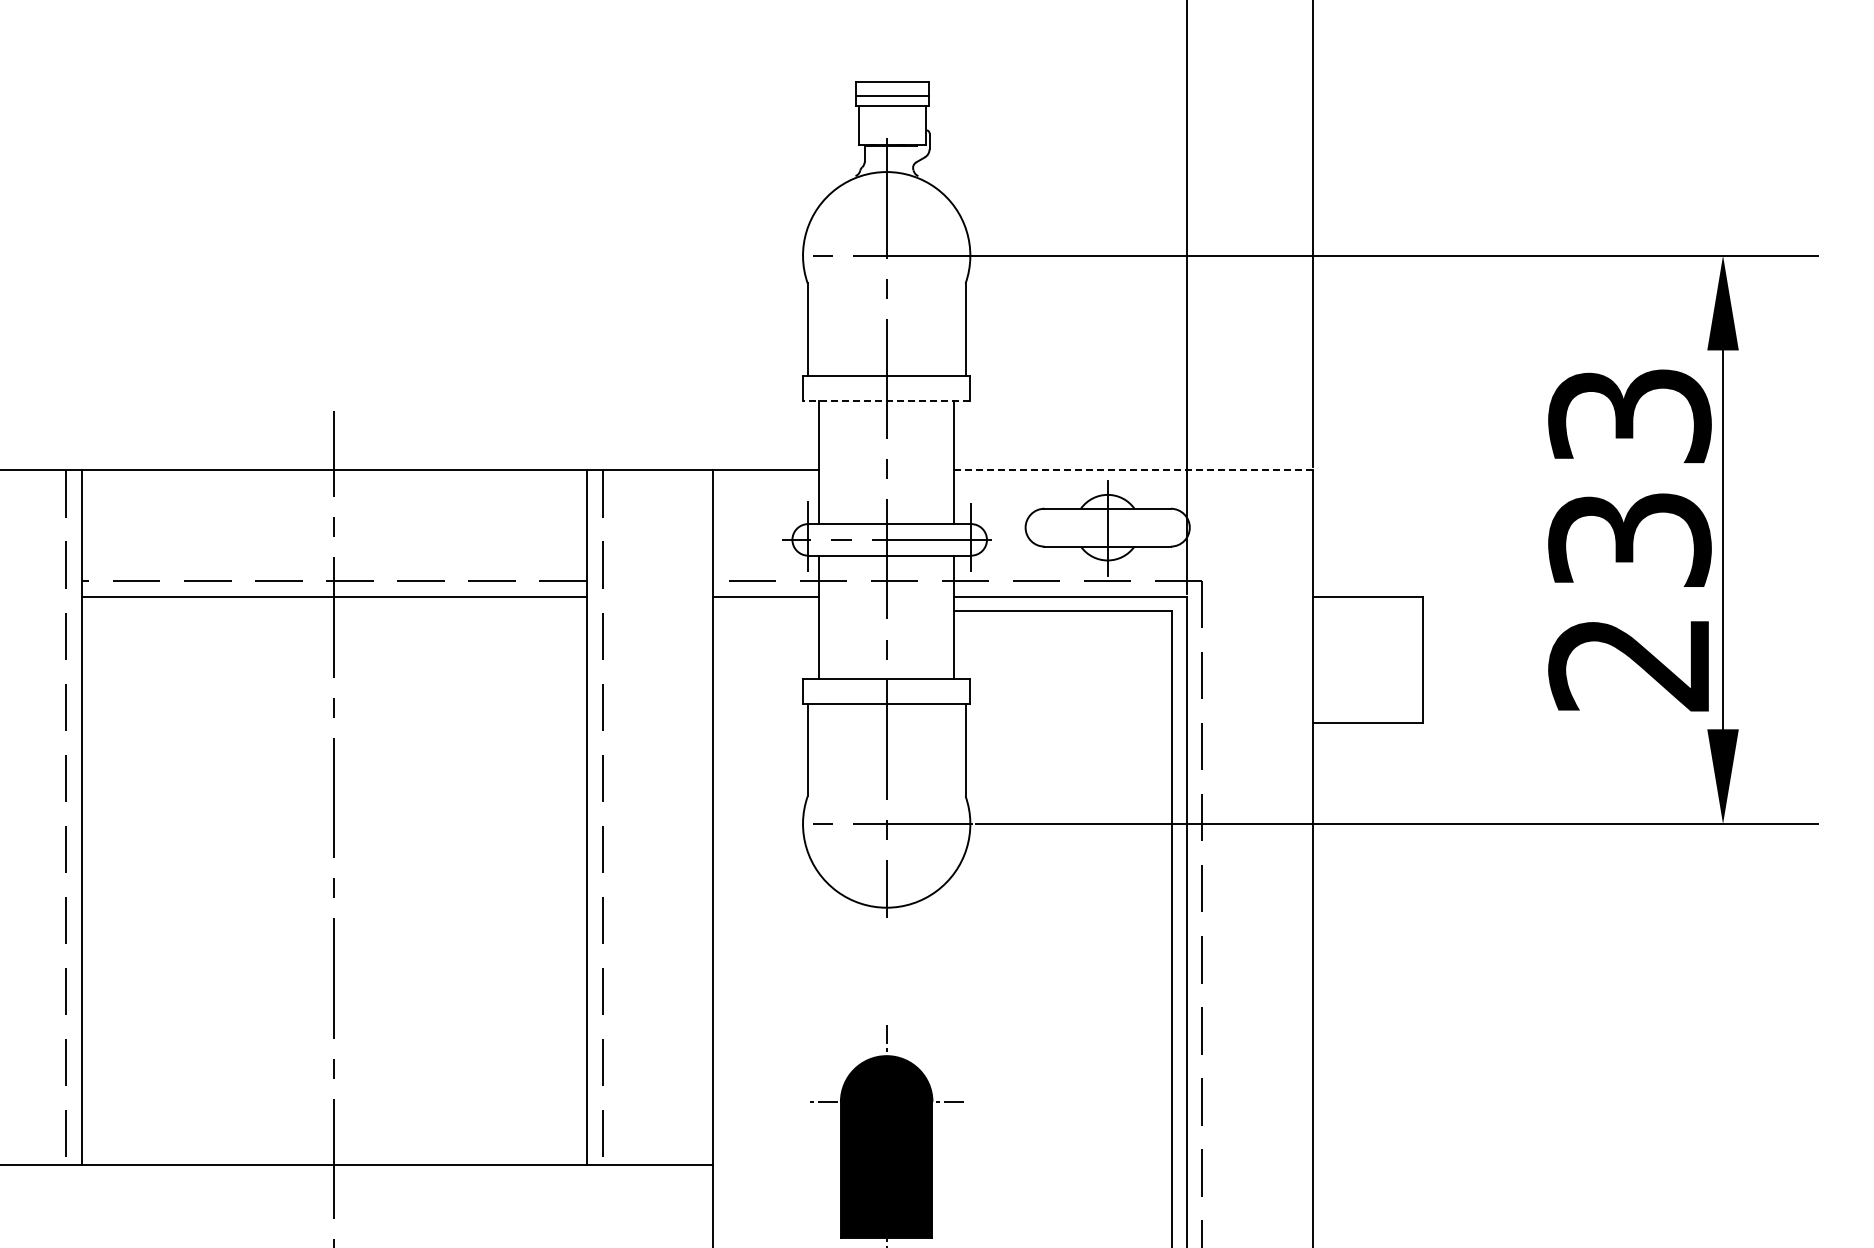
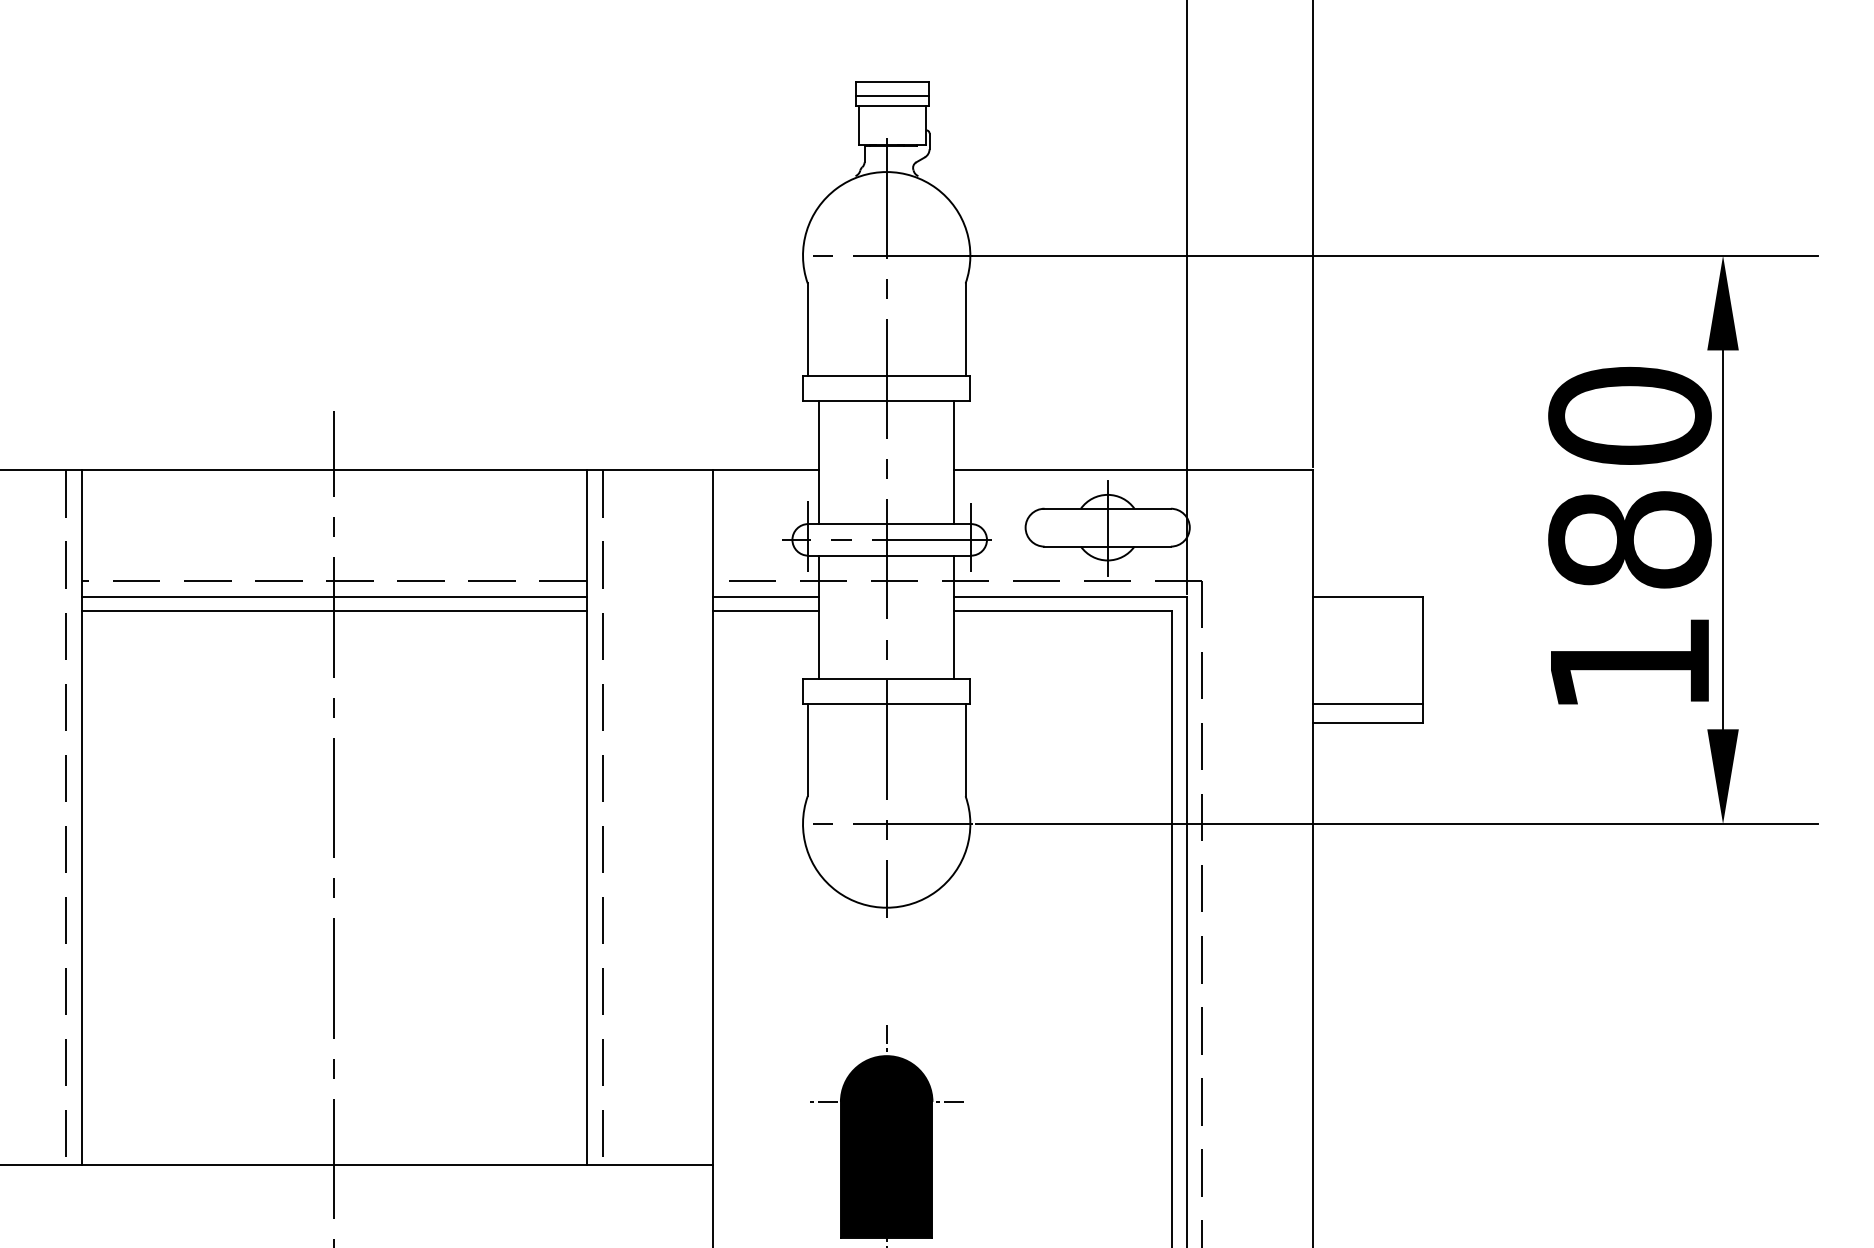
line at (886, 400): dashed -> solid
line at (1133, 470): dashed -> solid
text at (1629, 538): 233 -> 180
line at (333, 610): none -> present
line at (766, 610): none -> present
line at (1367, 704): none -> present
